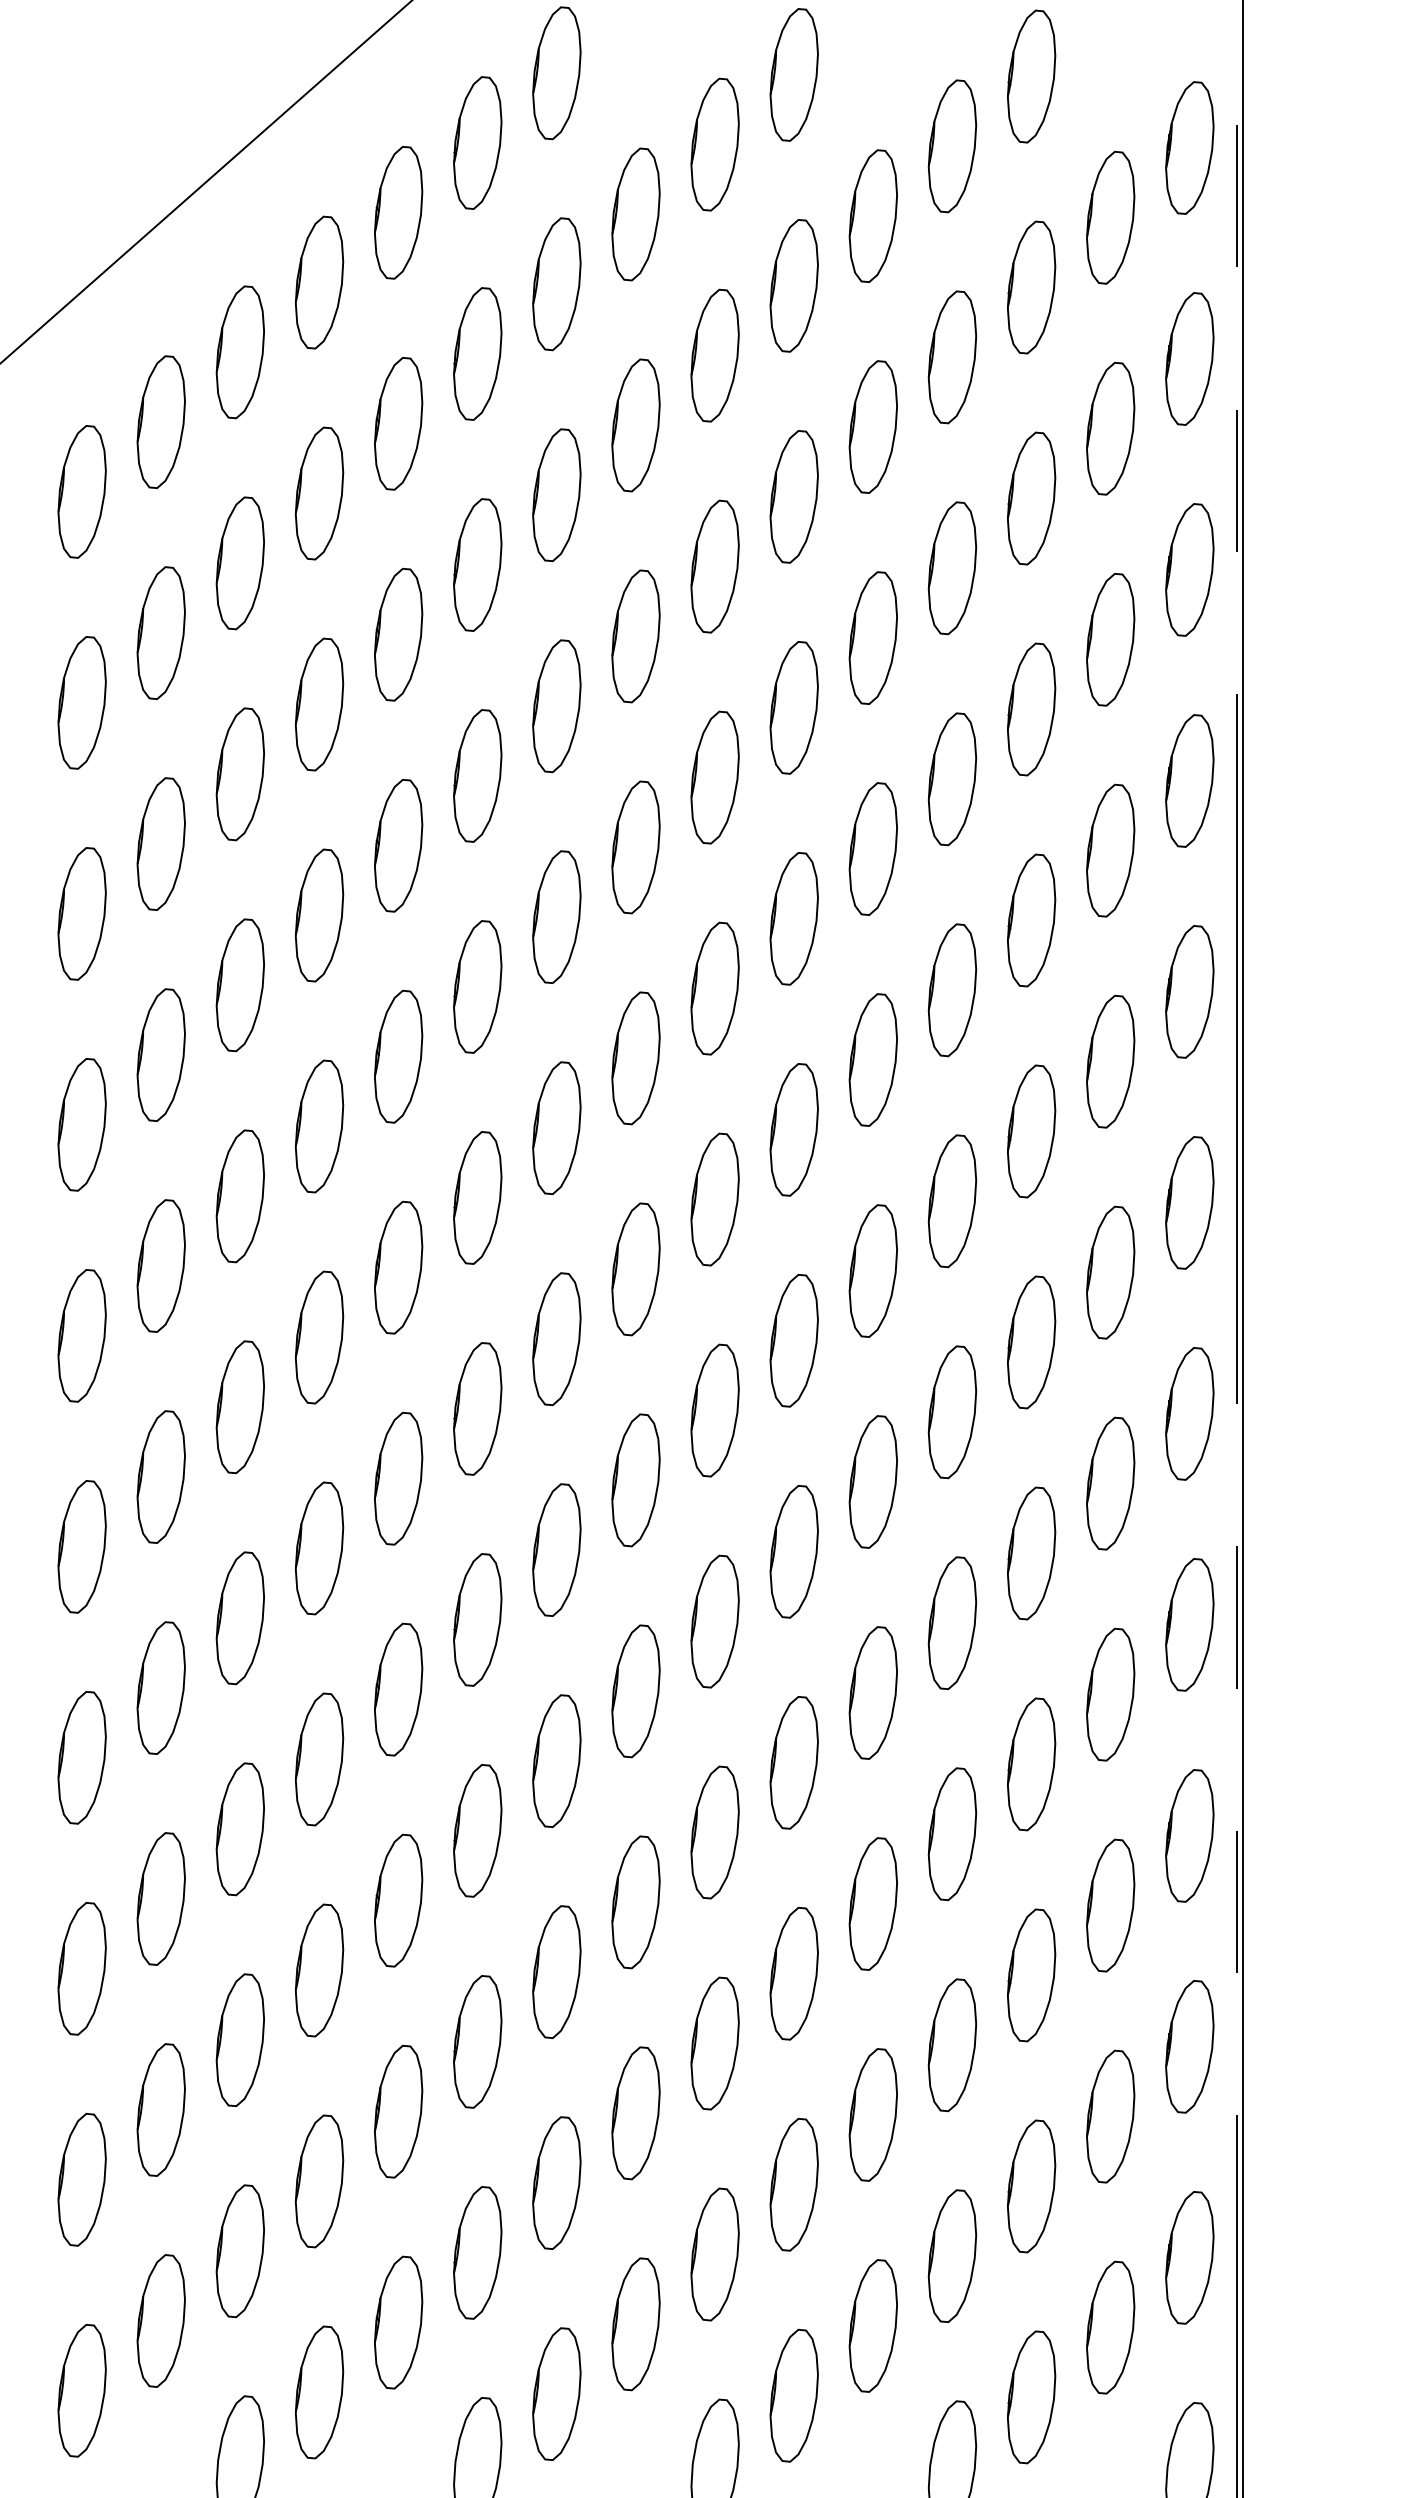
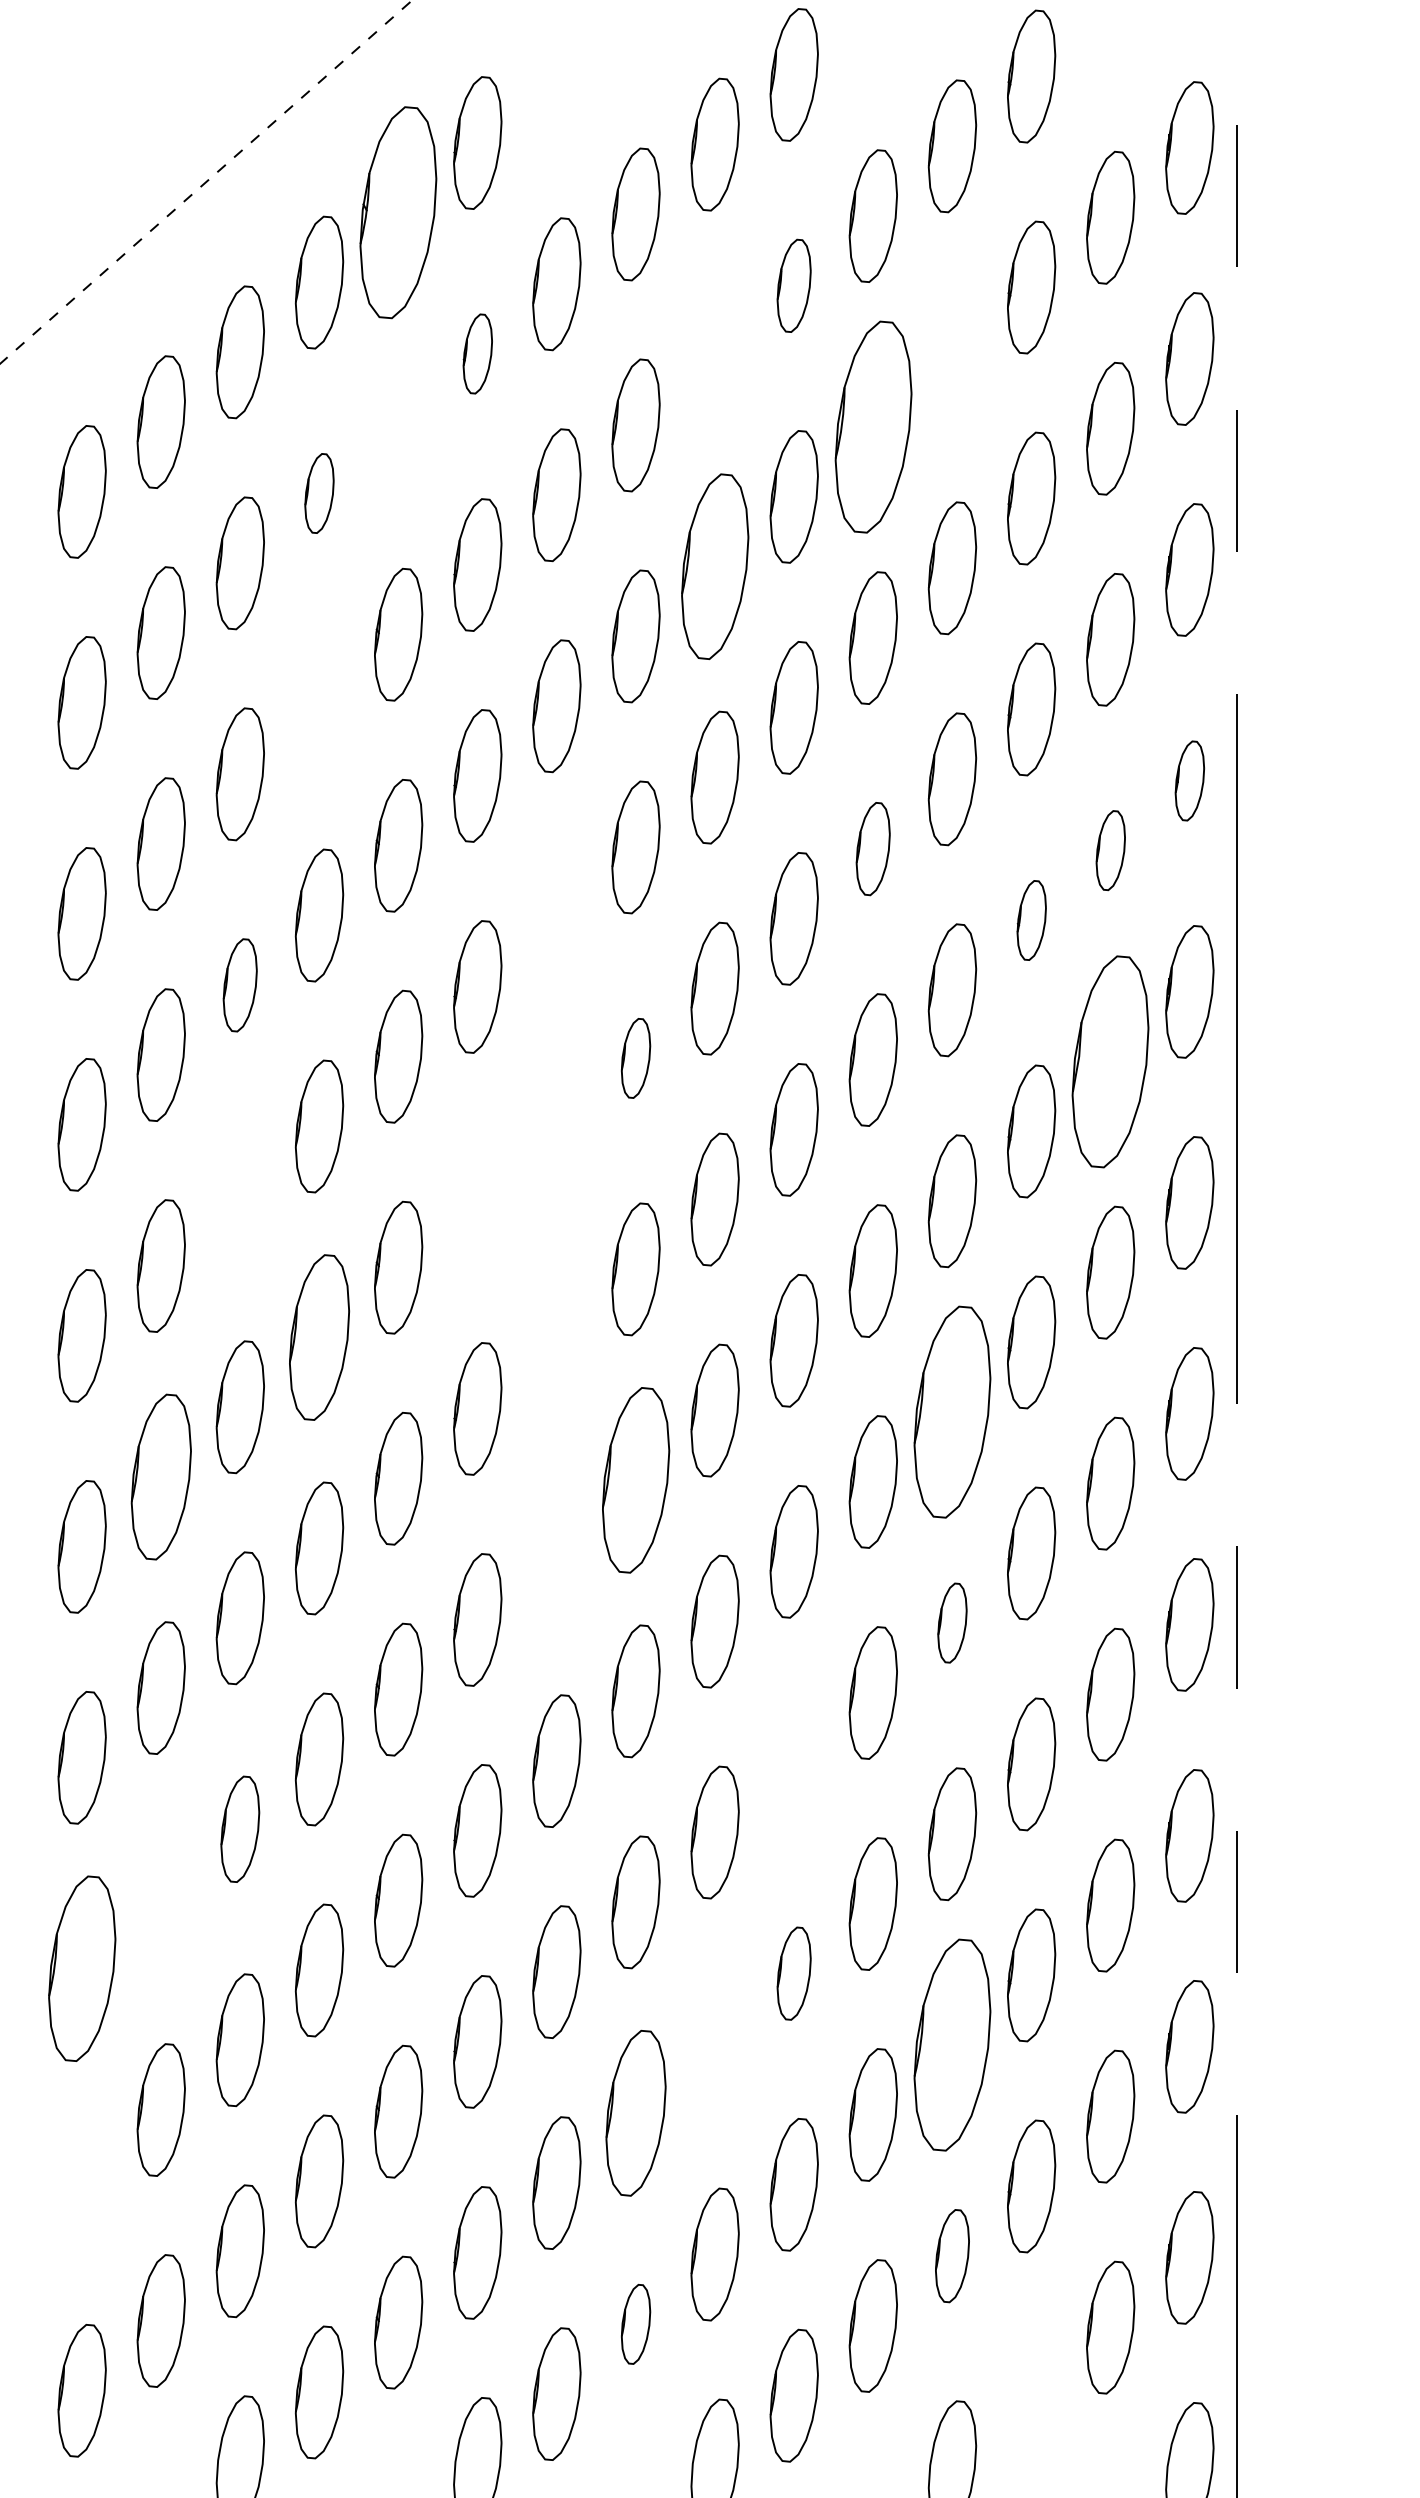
part at (556, 73): present -> none
line at (206, 181): solid -> dashed
part at (398, 212) size: 50x134 px -> 79x214 px
part at (793, 285) size: 50x134 px -> 36x95 px
part at (477, 353) size: 50x134 px -> 31x82 px
part at (714, 355): present -> none
part at (952, 357): present -> none
part at (398, 423): present -> none
part at (872, 426) size: 50x134 px -> 79x214 px
part at (319, 493) size: 51x135 px -> 31x81 px
part at (714, 566) size: 50x135 px -> 69x188 px
part at (319, 704): present -> none
part at (1189, 780) size: 50x134 px -> 32x82 px
part at (872, 848) size: 50x134 px -> 36x95 px
part at (1110, 850) size: 50x135 px -> 31x82 px
part at (556, 916): present -> none
part at (1031, 920) size: 50x135 px -> 31x81 px
part at (239, 985) size: 50x135 px -> 36x95 px
part at (635, 1058) size: 50x135 px -> 31x81 px
part at (1110, 1061) size: 50x135 px -> 79x214 px
part at (556, 1127): present -> none
part at (239, 1196): present -> none
part at (477, 1197): present -> none
line at (1243, 1248): present -> none
part at (319, 1337) size: 51x135 px -> 62x167 px
part at (556, 1339): present -> none
part at (952, 1412) size: 51x135 px -> 79x214 px
part at (160, 1476) size: 50x134 px -> 62x168 px
part at (635, 1480) size: 50x135 px -> 69x187 px
part at (556, 1549): present -> none
part at (952, 1622) size: 51x134 px -> 31x82 px
part at (793, 1762): present -> none
part at (239, 1829) size: 50x135 px -> 41x108 px
part at (160, 1898): present -> none
part at (81, 1968) size: 50x134 px -> 69x187 px
part at (793, 1973) size: 50x135 px -> 36x95 px
part at (714, 2043): present -> none
part at (952, 2045) size: 51x135 px -> 79x214 px
part at (635, 2113) size: 50x135 px -> 62x168 px
part at (81, 2179): present -> none
part at (952, 2255) size: 51x134 px -> 35x95 px
part at (635, 2324) size: 50x135 px -> 32x82 px
part at (1031, 2397): present -> none
